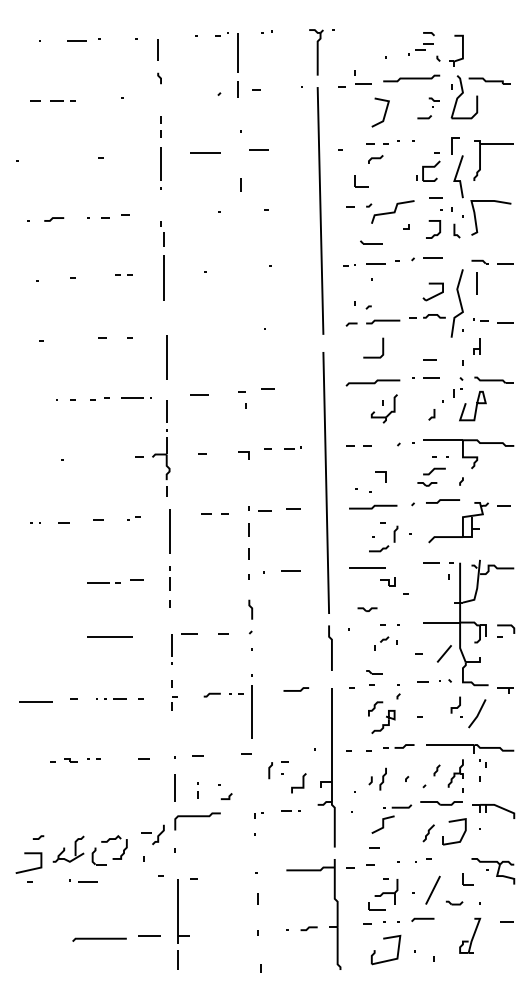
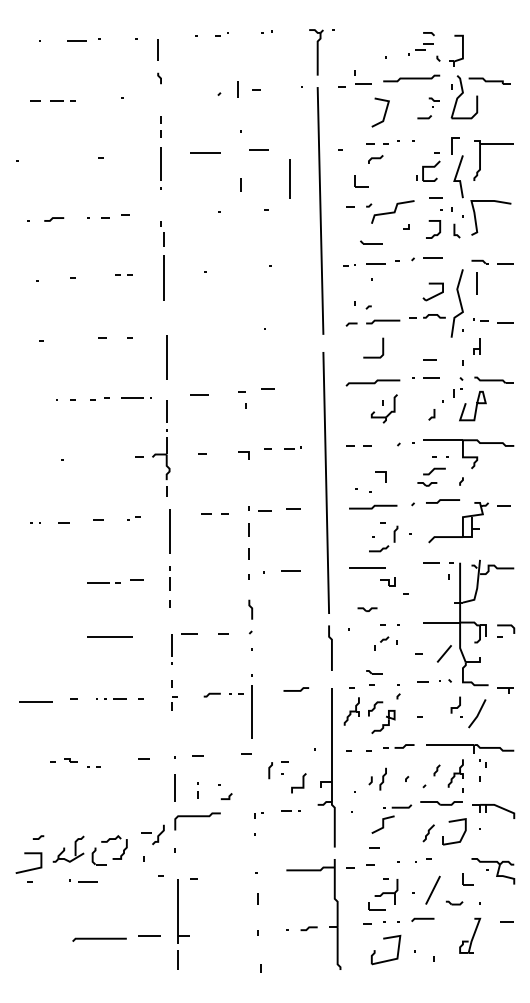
line at (237, 52) position: (237, 52) -> (289, 178)
part at (351, 711): none -> present
part at (93, 758) position: (93, 758) -> (93, 766)
